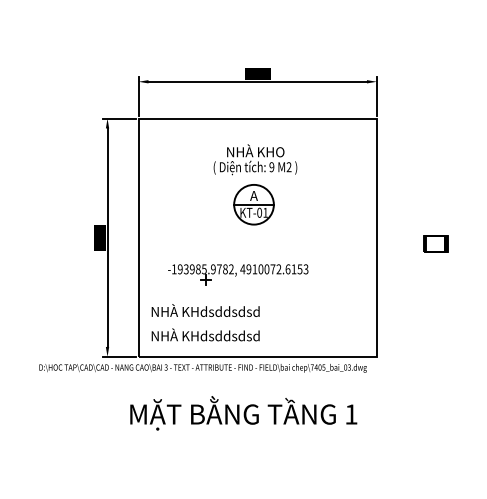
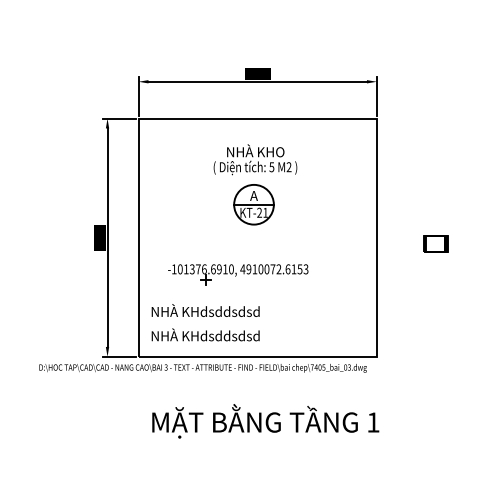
text at (271, 167): 9 -> 5
text at (259, 212): KT-01 -> KT-21
text at (205, 269): -193985.9782, -> -101376.6910,
text at (243, 413) position: (243, 413) -> (265, 421)
